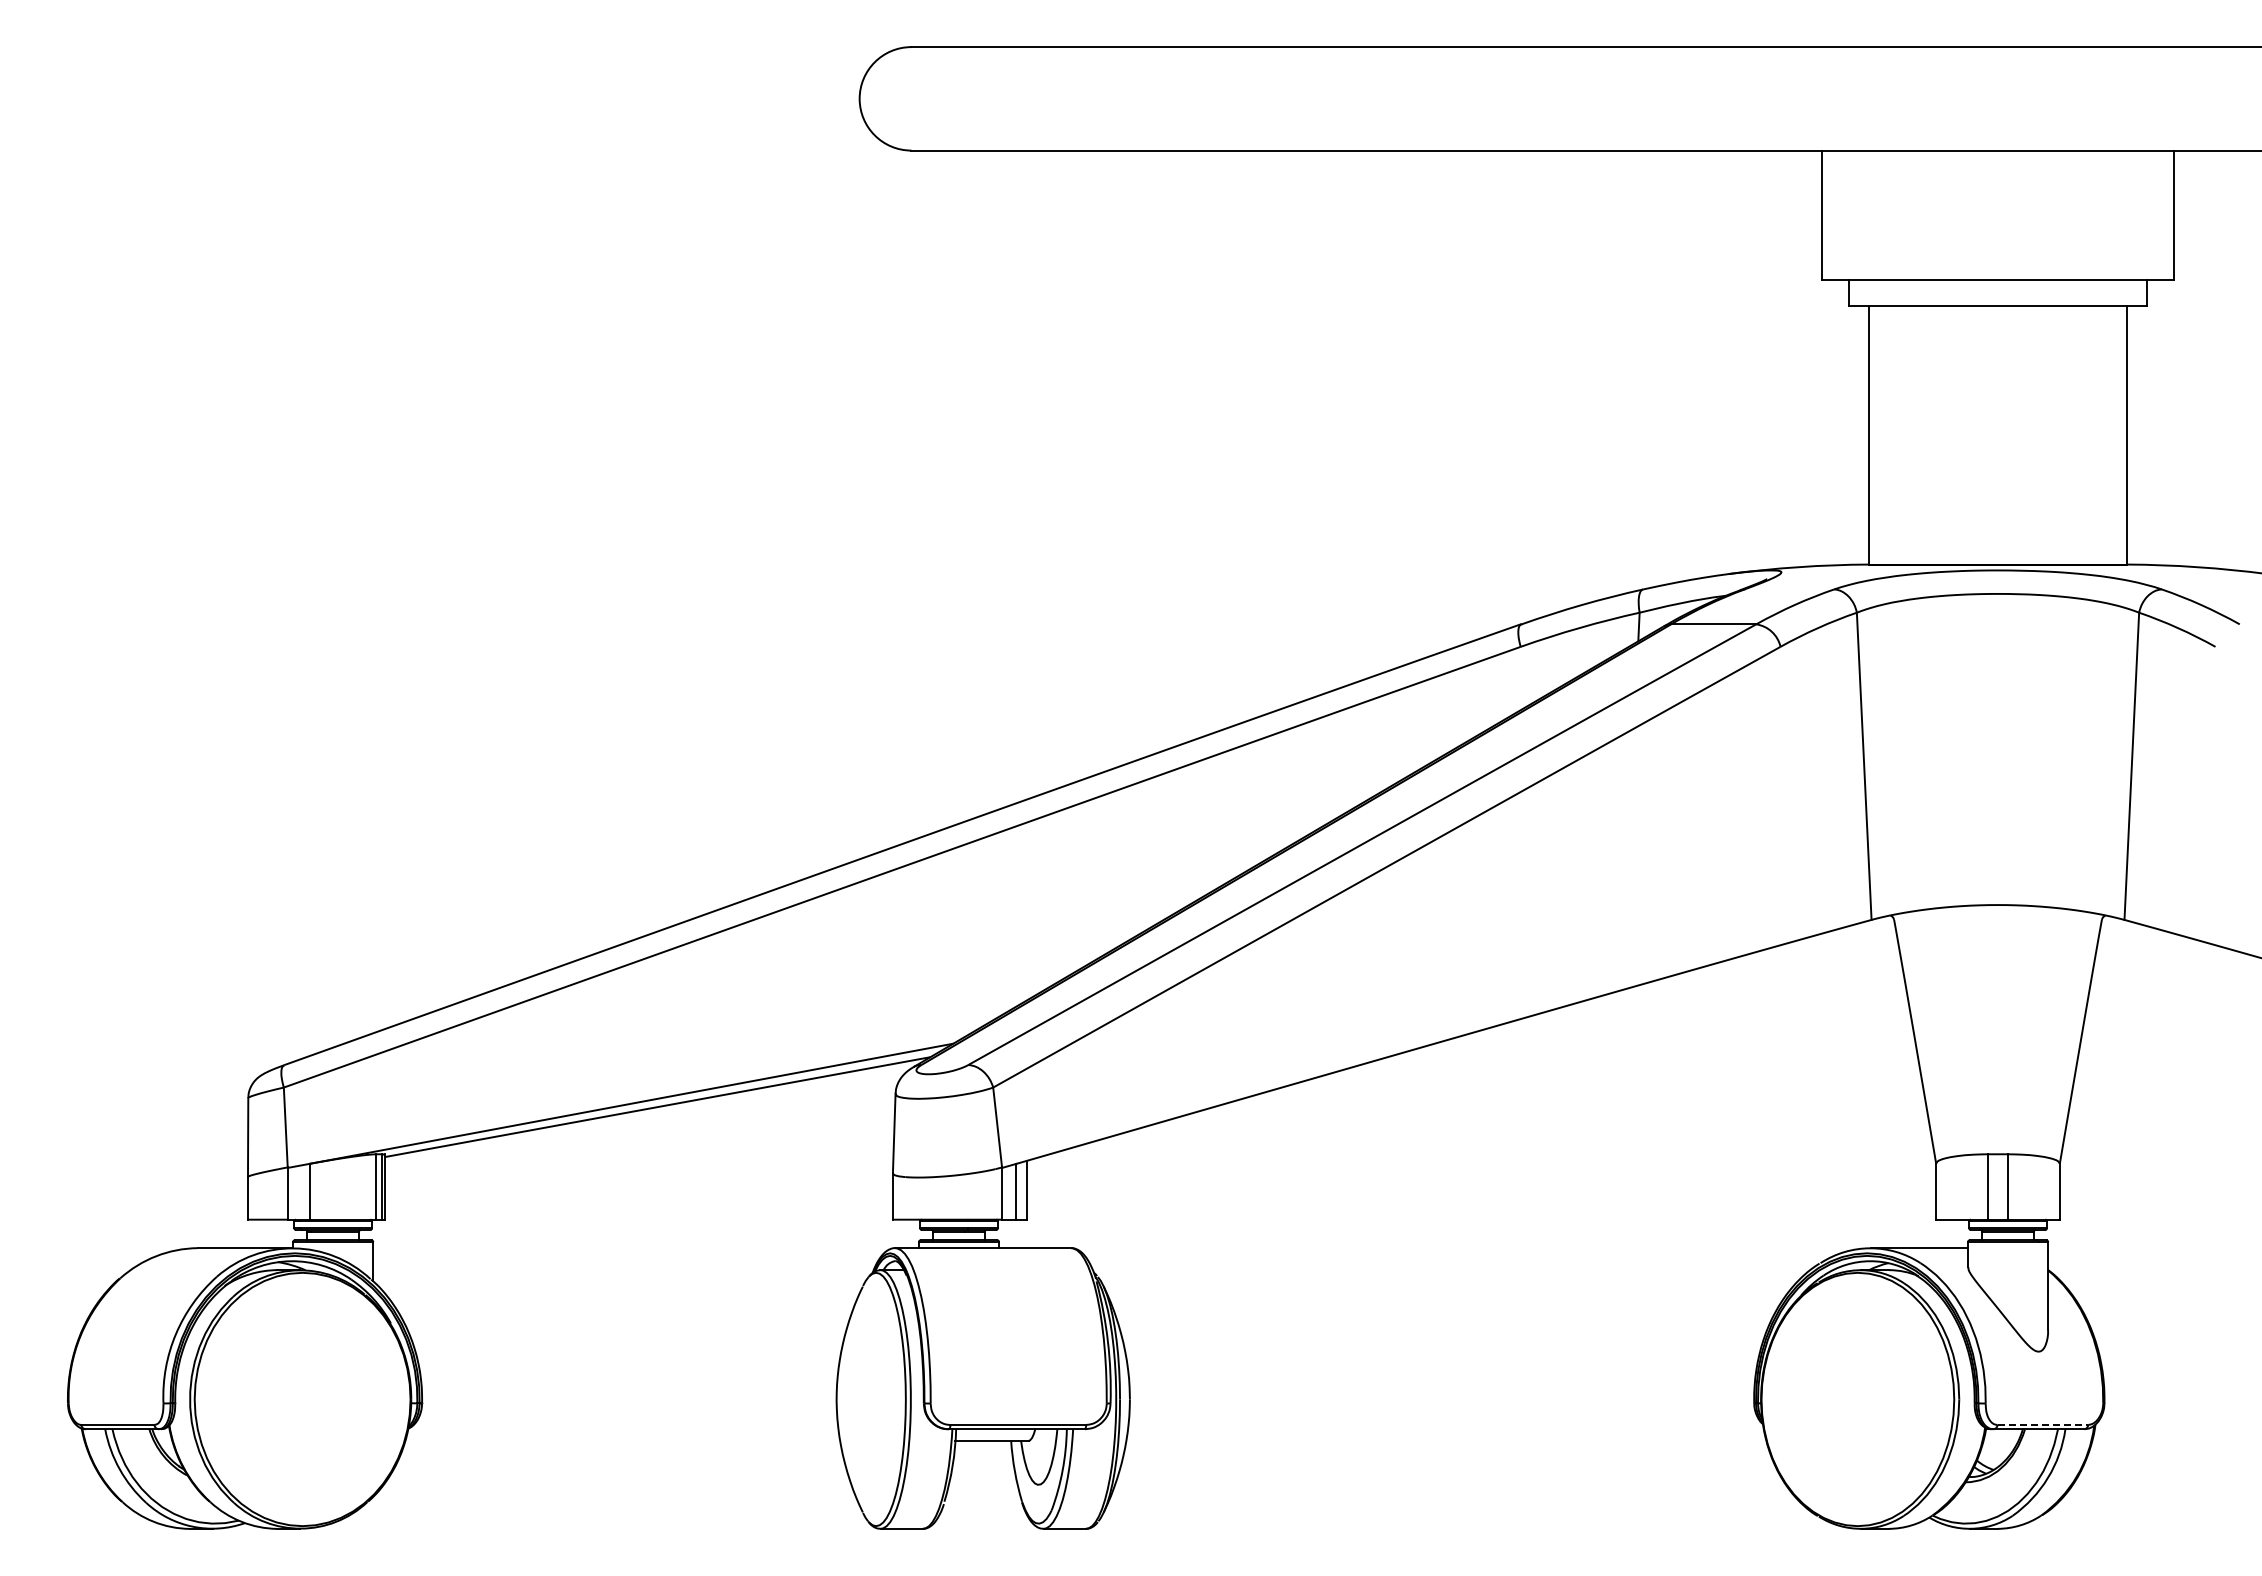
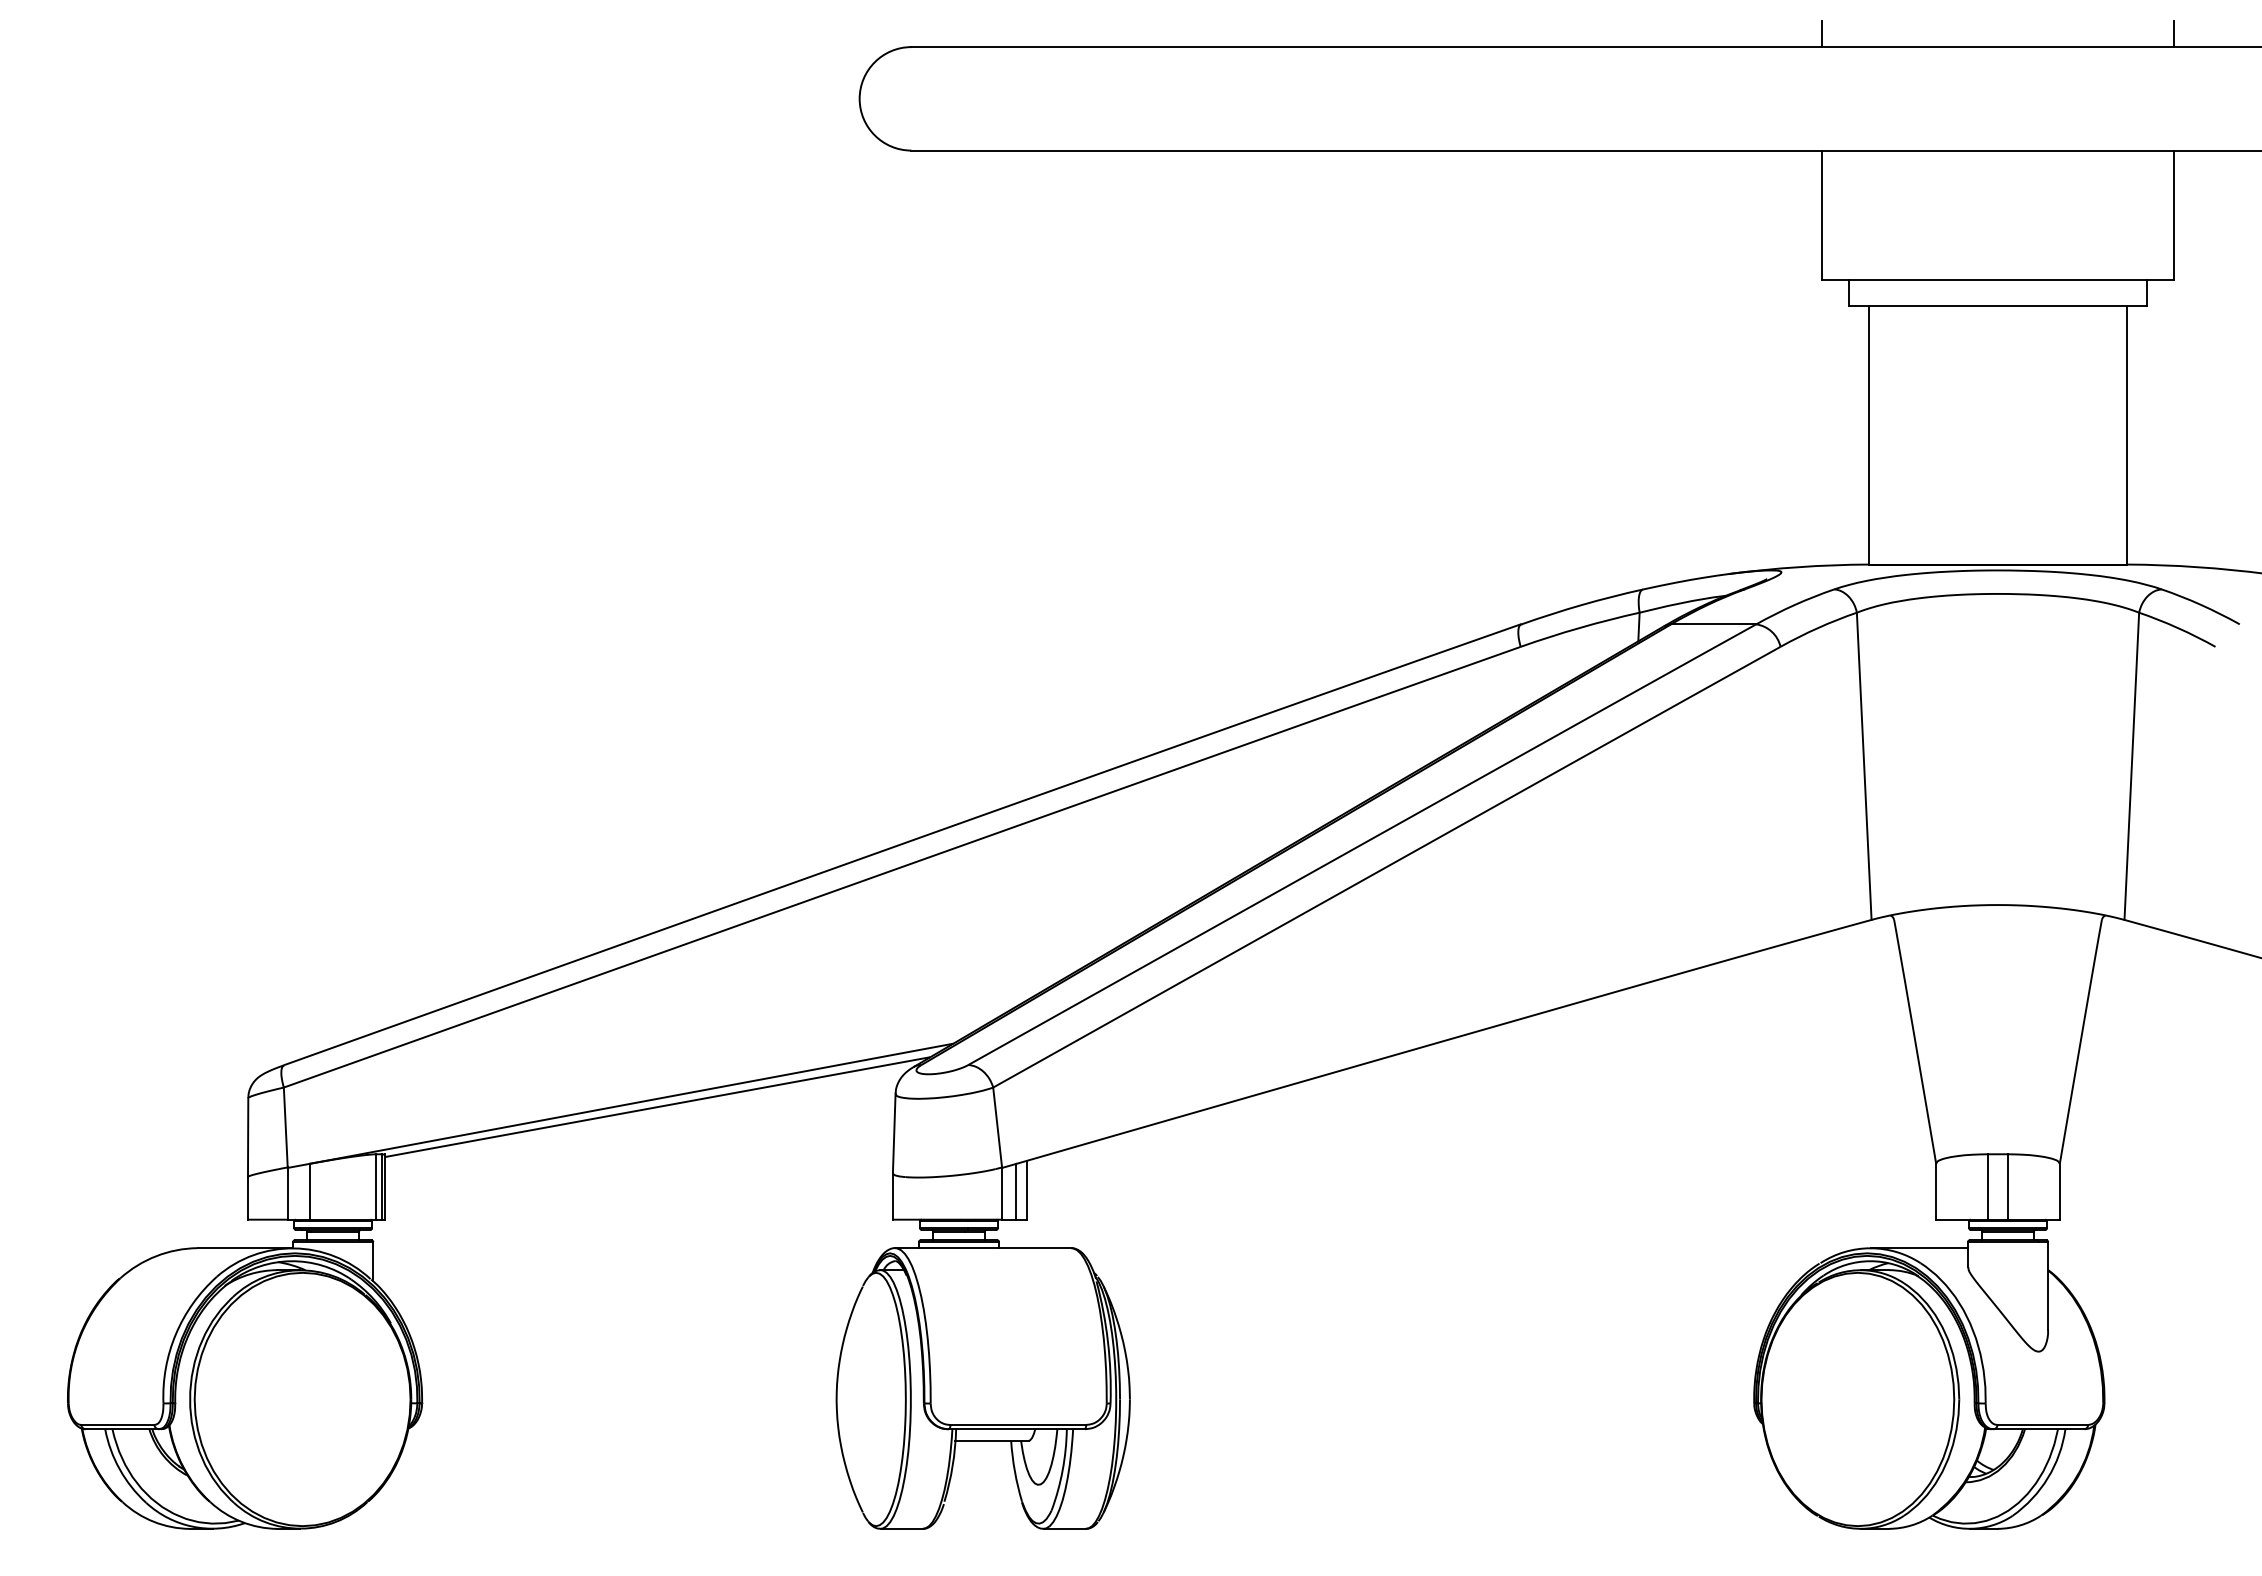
line at (1822, 34): none -> present
line at (2173, 34): none -> present
line at (2043, 1424): dashed -> solid
